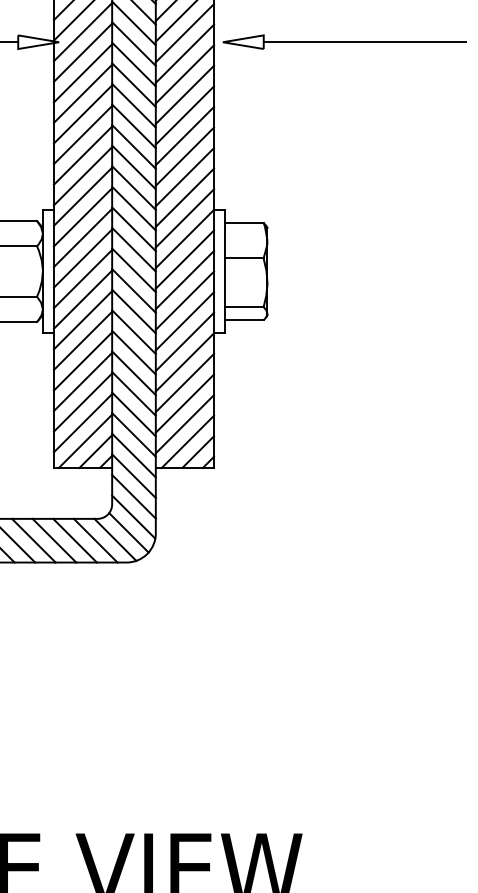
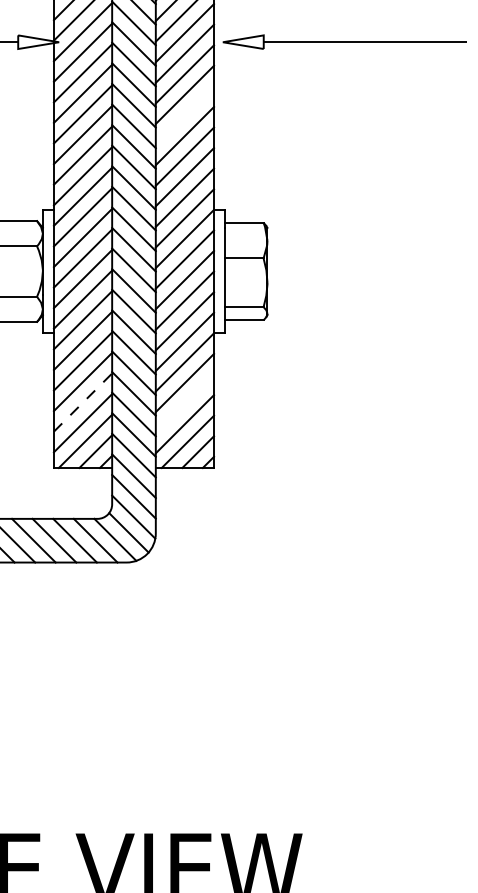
line at (184, 115): present -> none
line at (83, 402): solid -> dashed
line at (184, 403): present -> none
